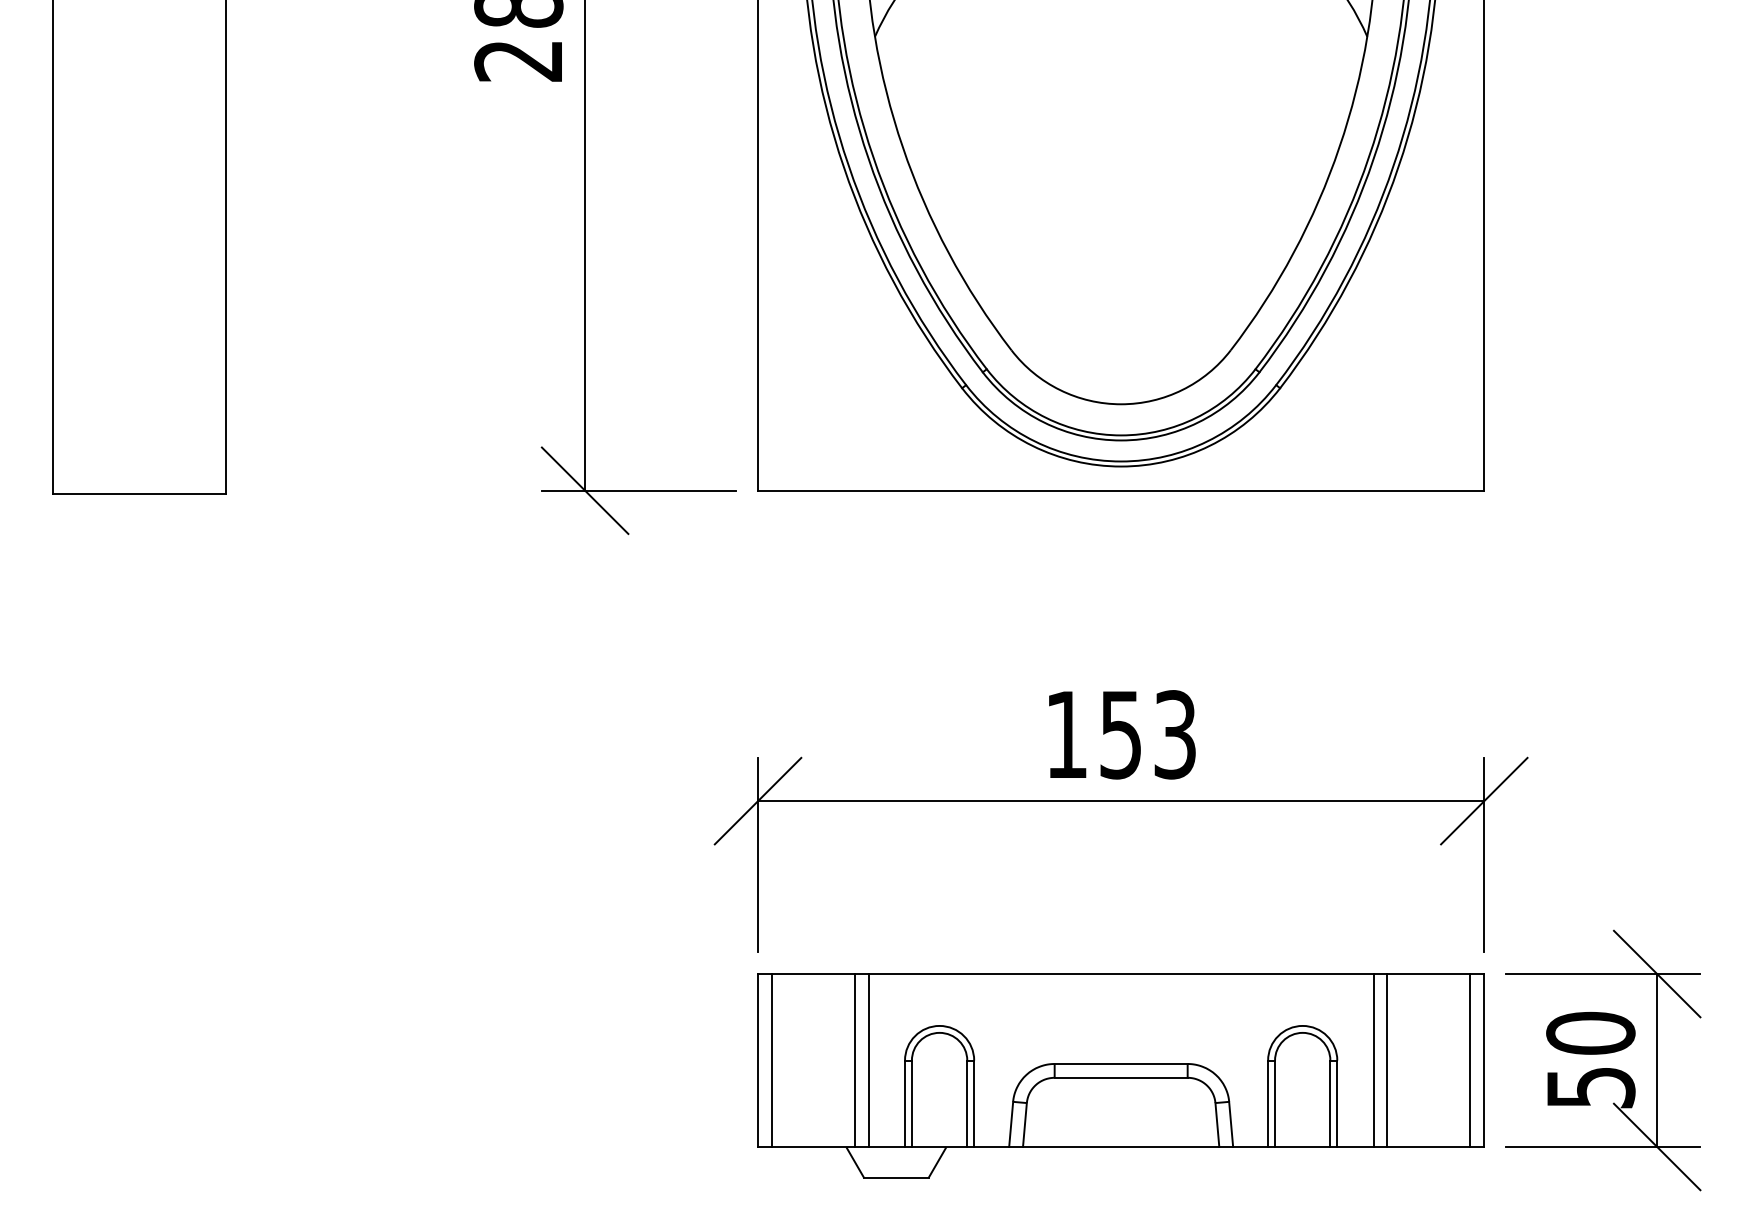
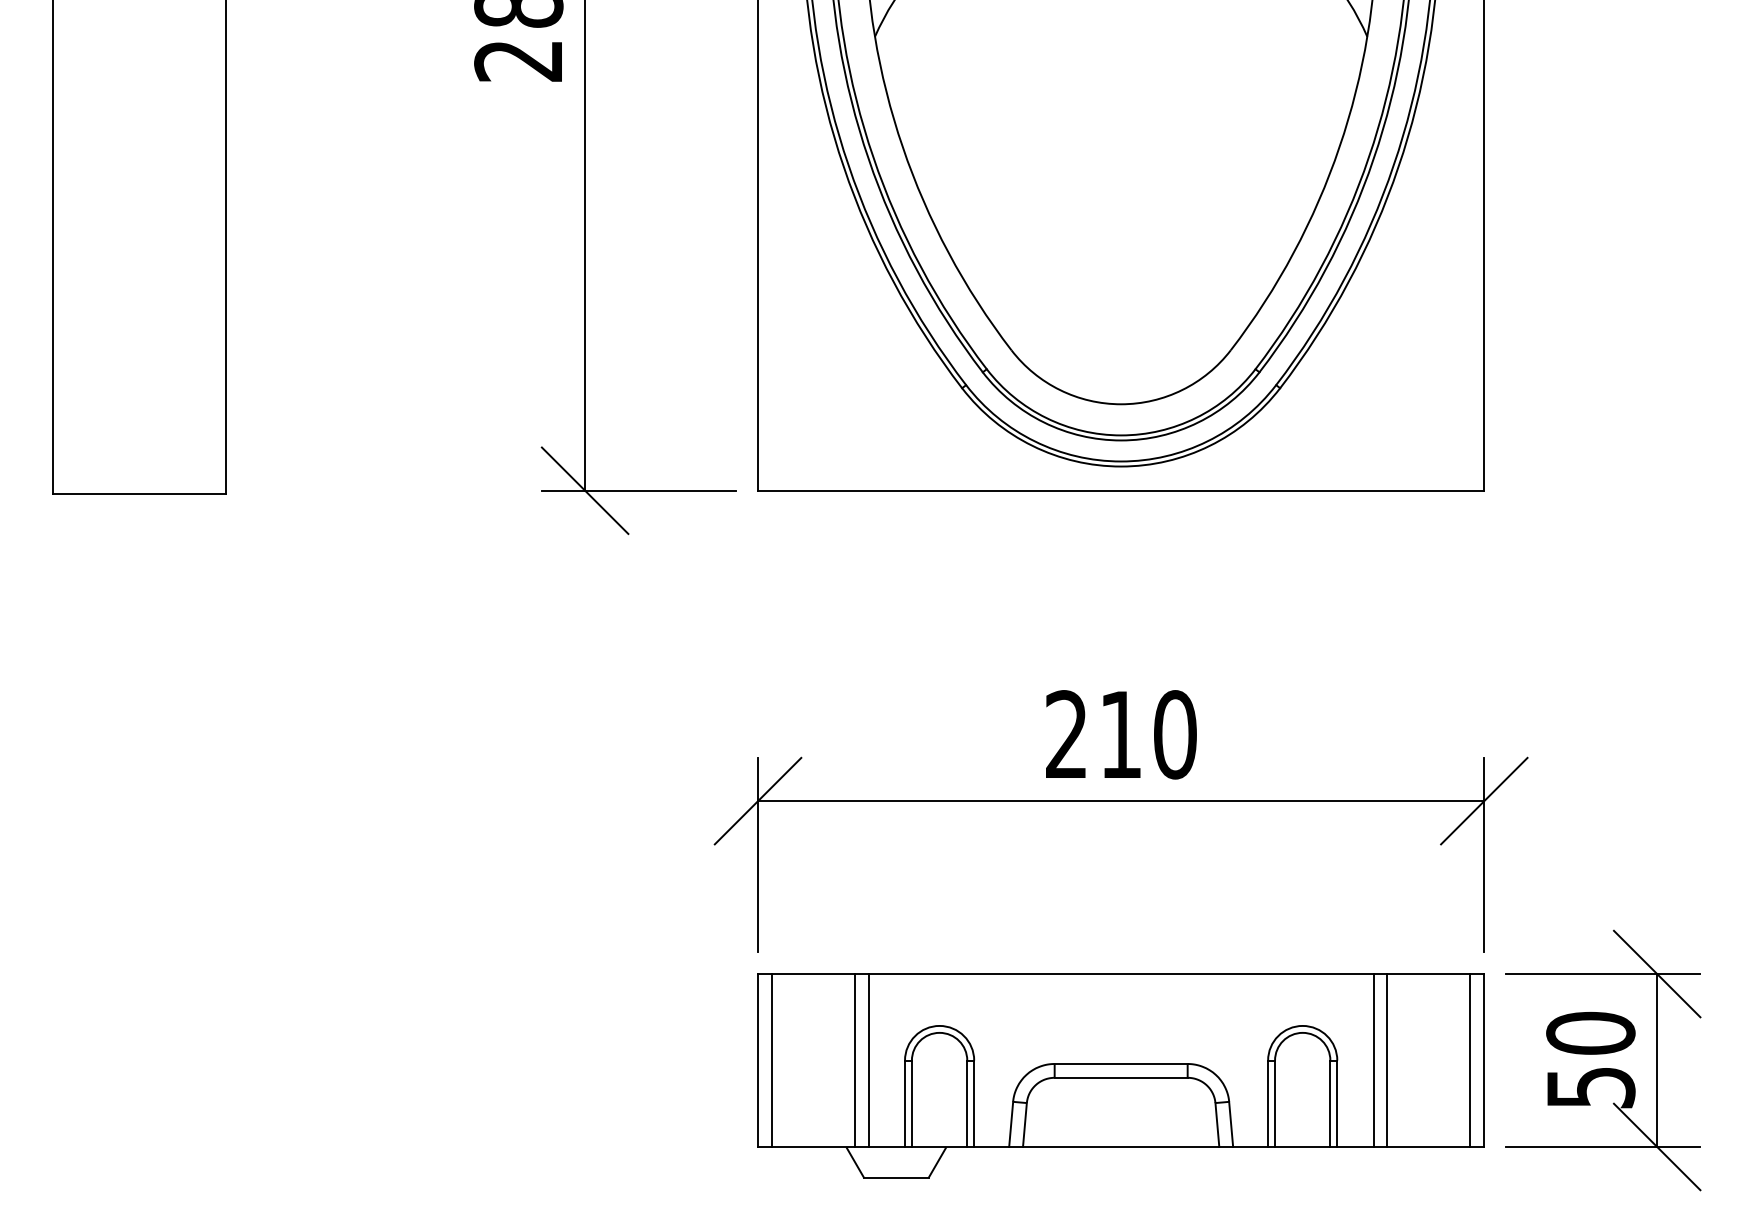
text at (1121, 734): 153 -> 210
